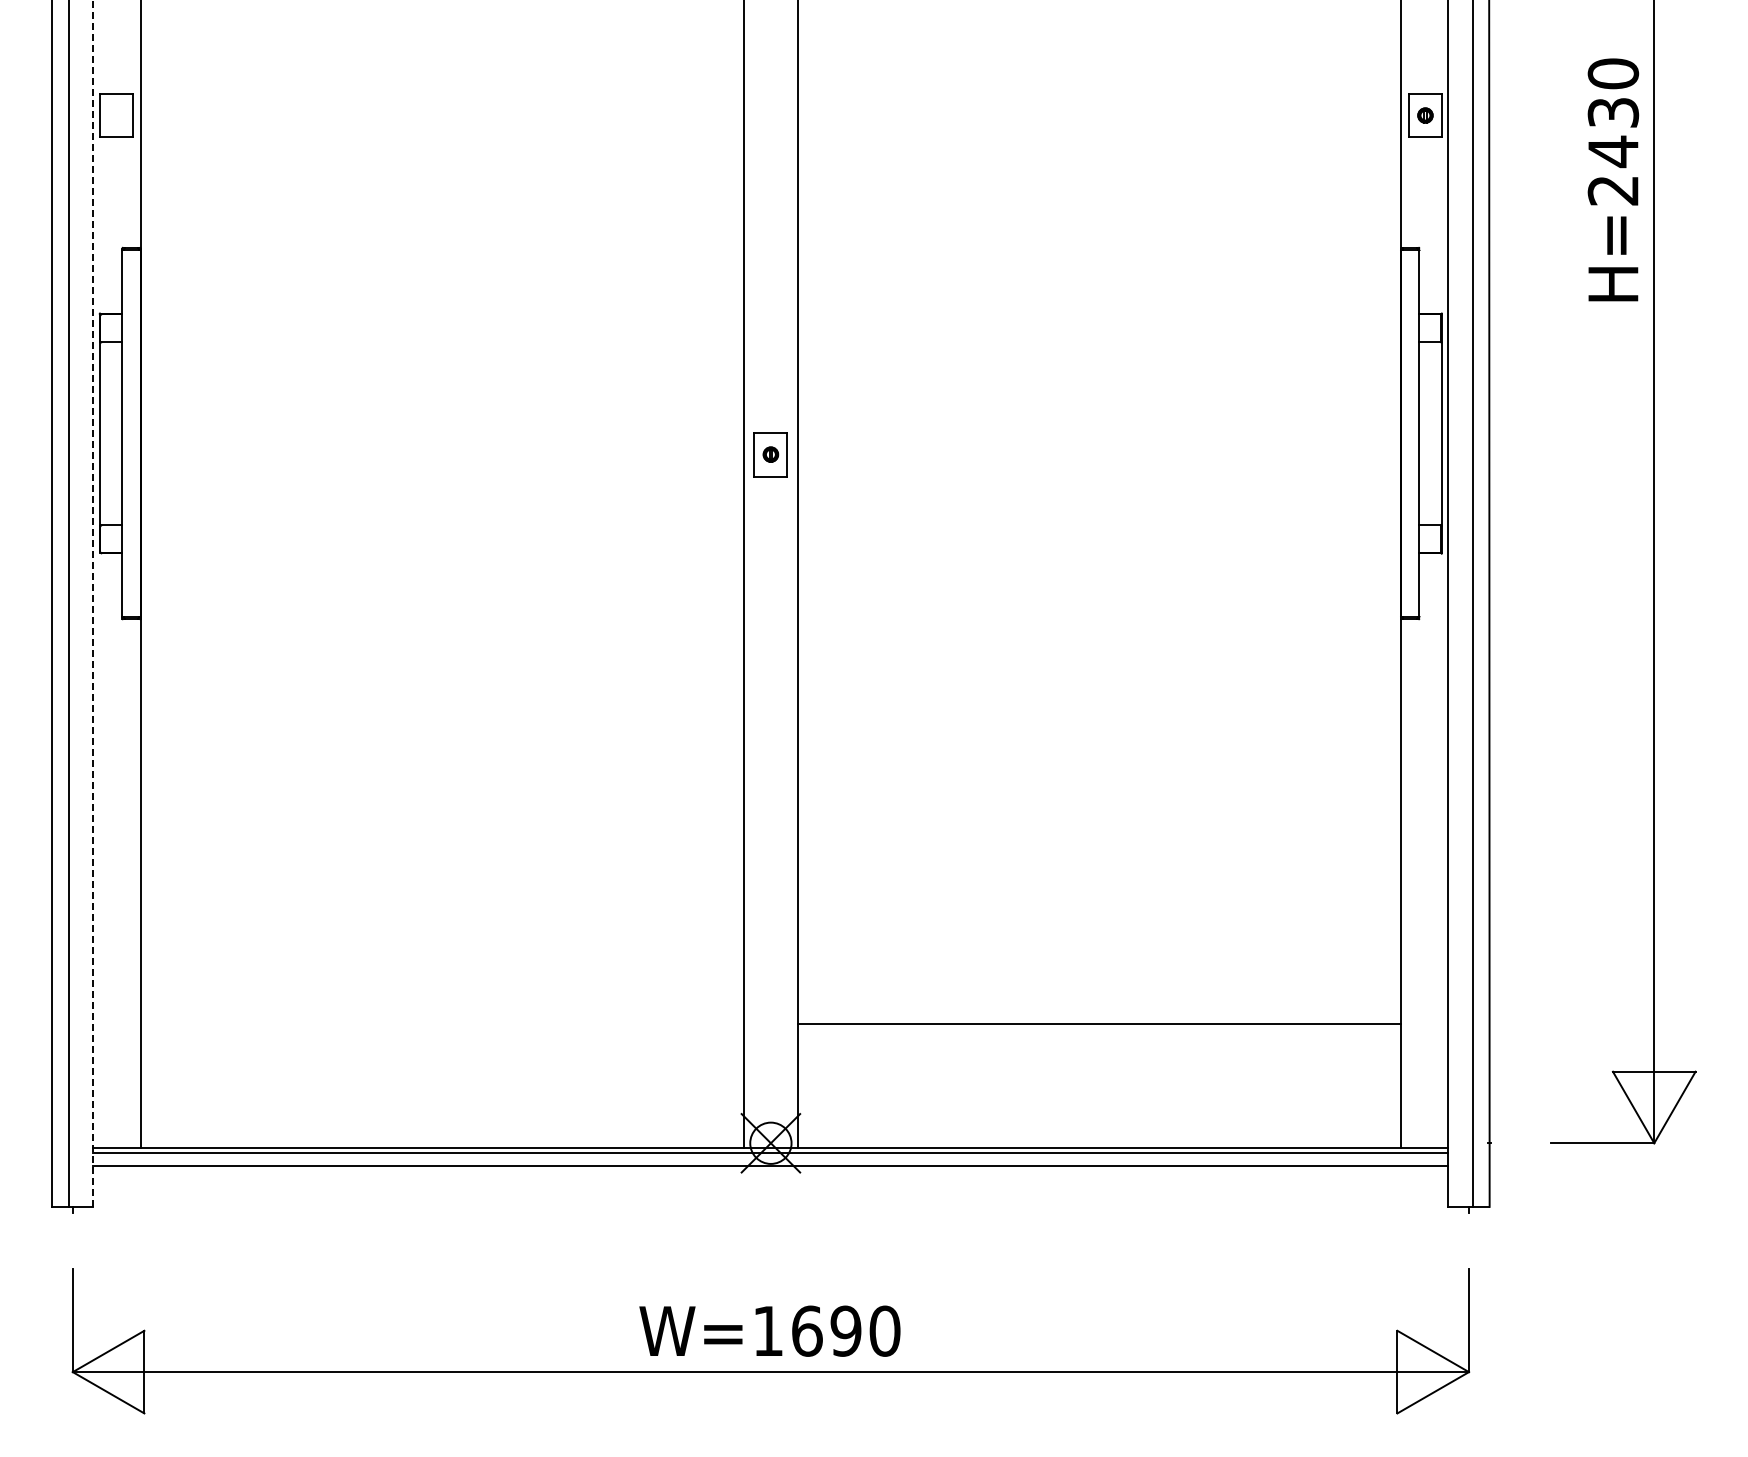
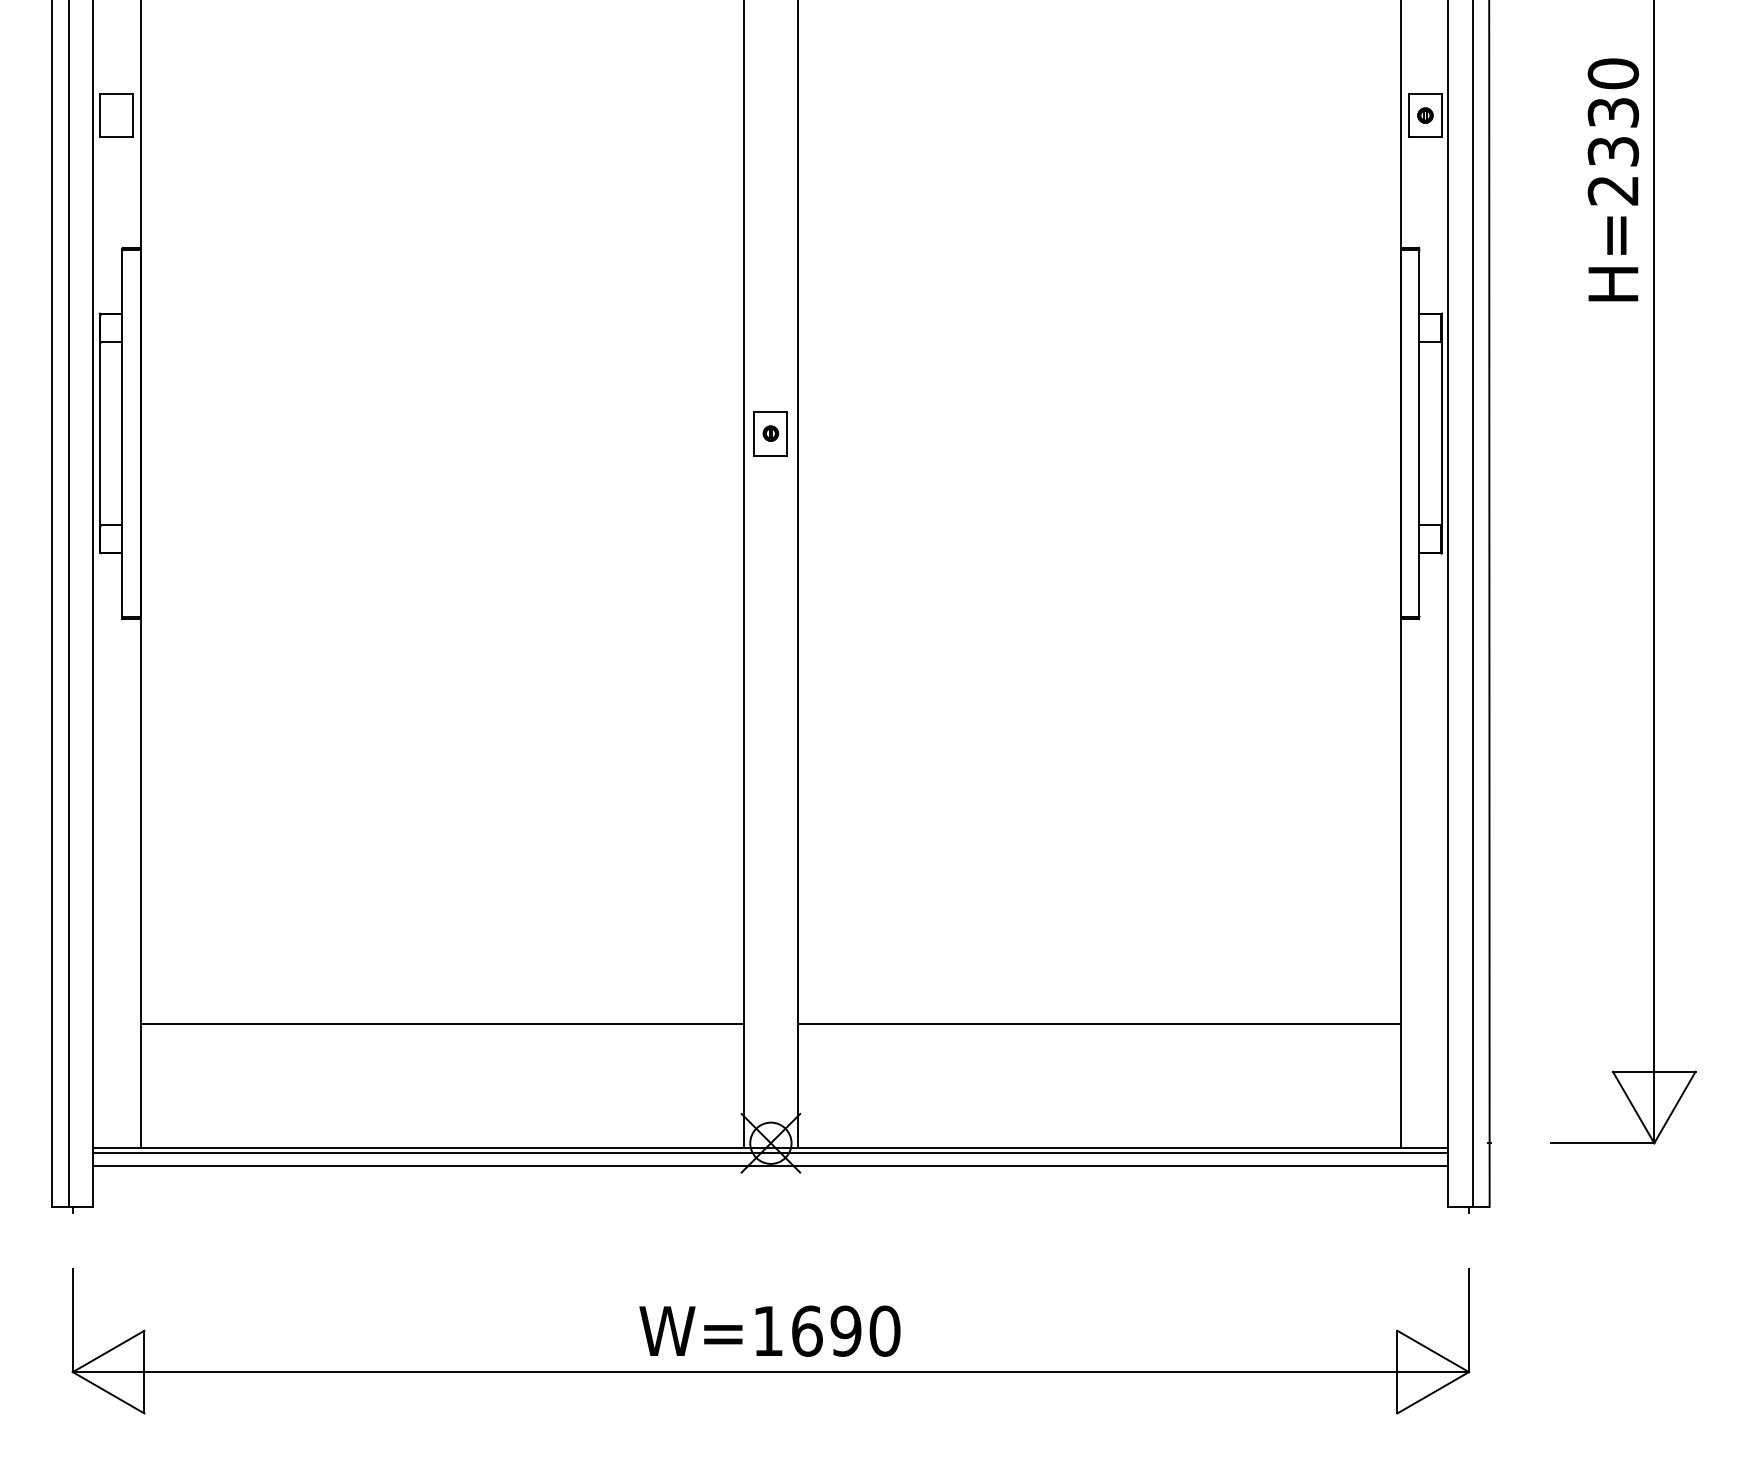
text at (1613, 151): H=2430 -> H=2330
part at (770, 454) position: (770, 454) -> (770, 433)
line at (93, 603): dashed -> solid
line at (442, 1024): none -> present
